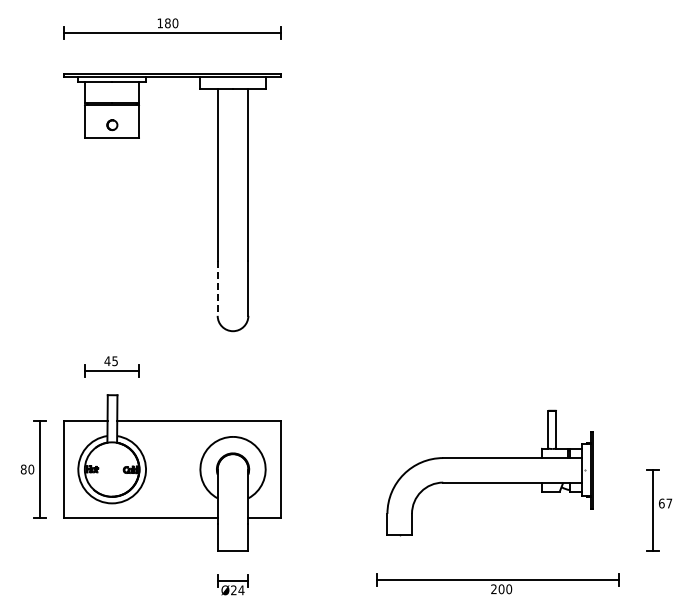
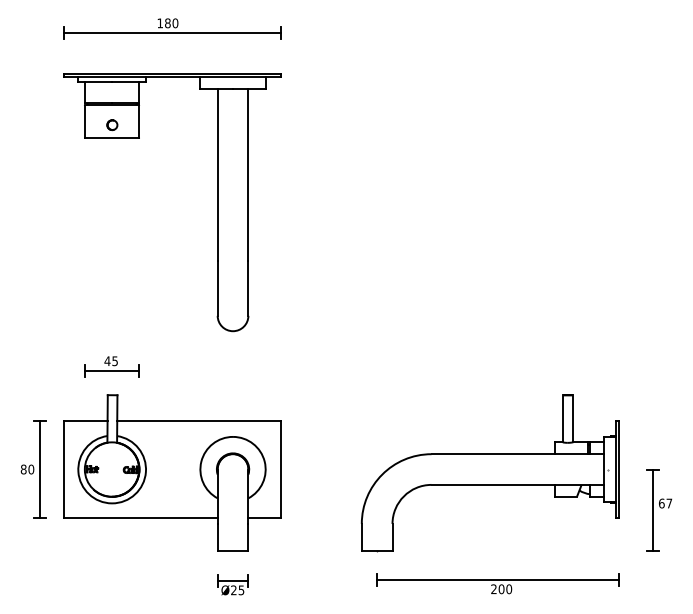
line at (217, 289): dashed -> solid
part at (489, 472) size: 208x128 px -> 260x159 px
text at (241, 590): Ø24 -> Ø25
